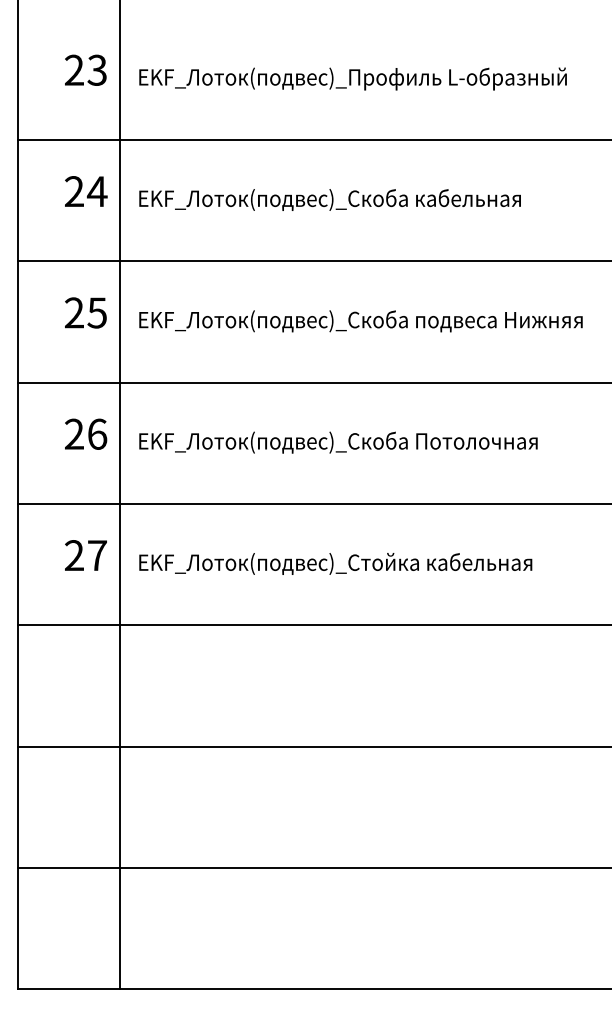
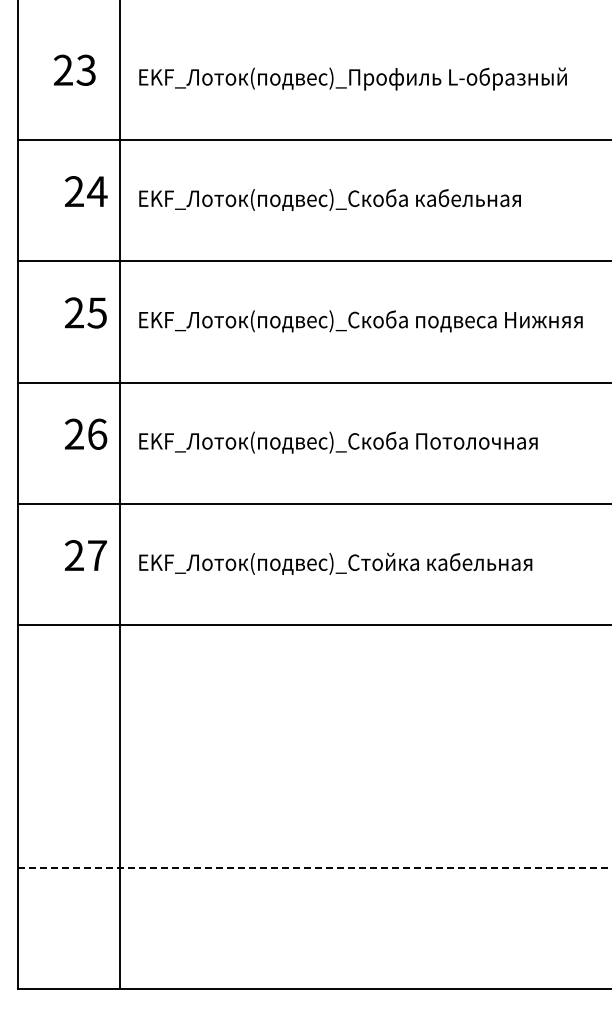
text at (85, 69) position: (85, 69) -> (74, 69)
line at (313, 746): present -> none
line at (315, 868): solid -> dashed
